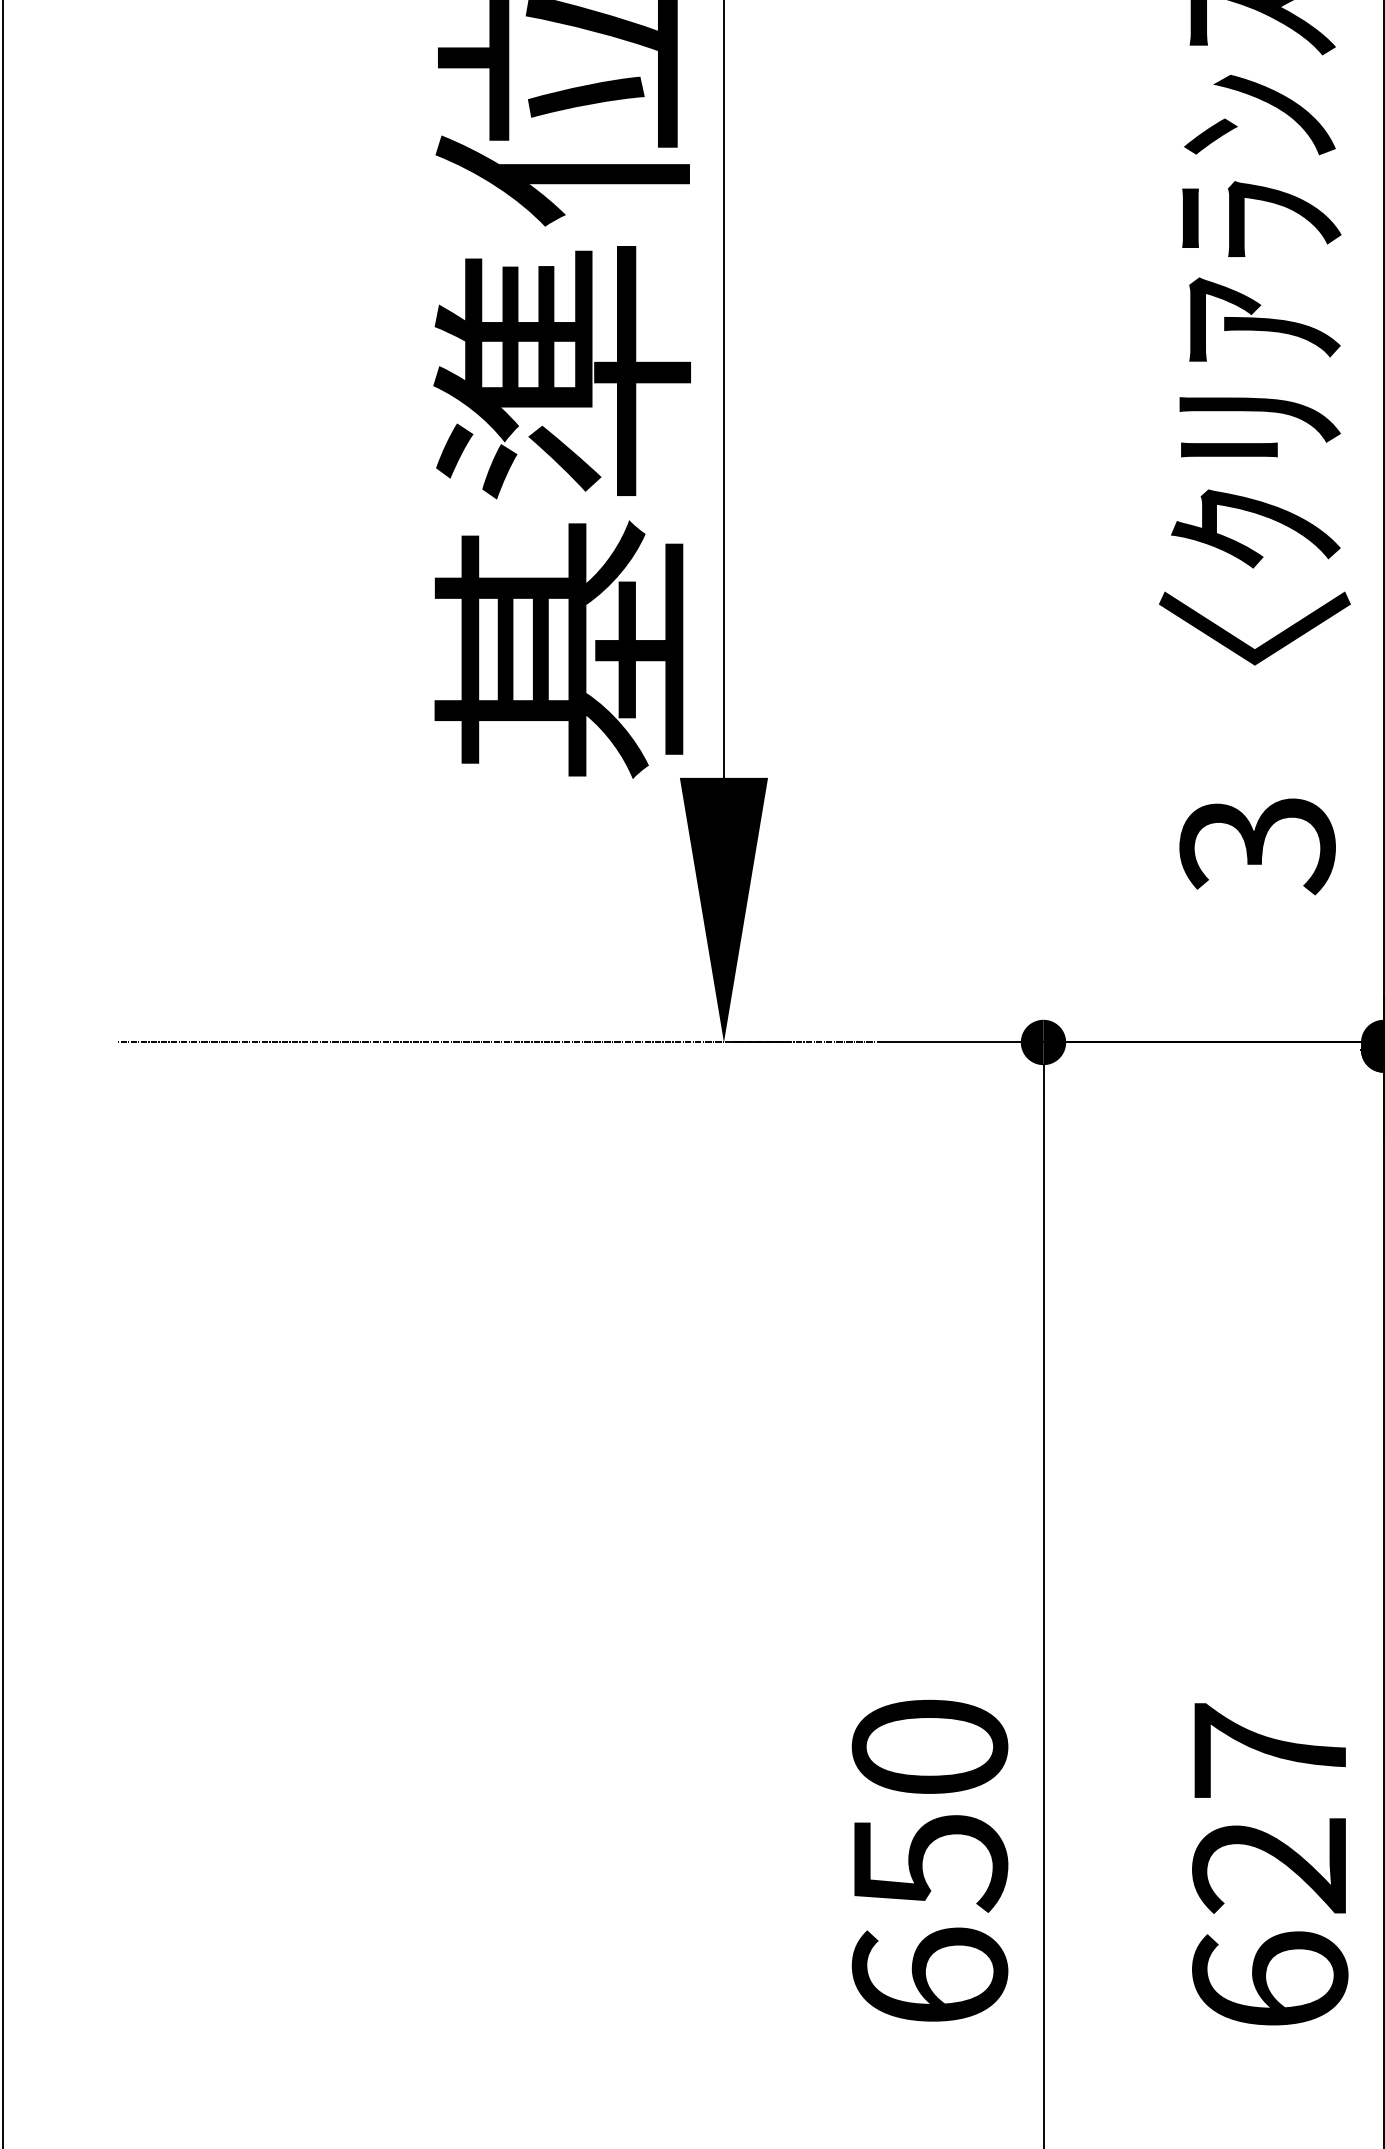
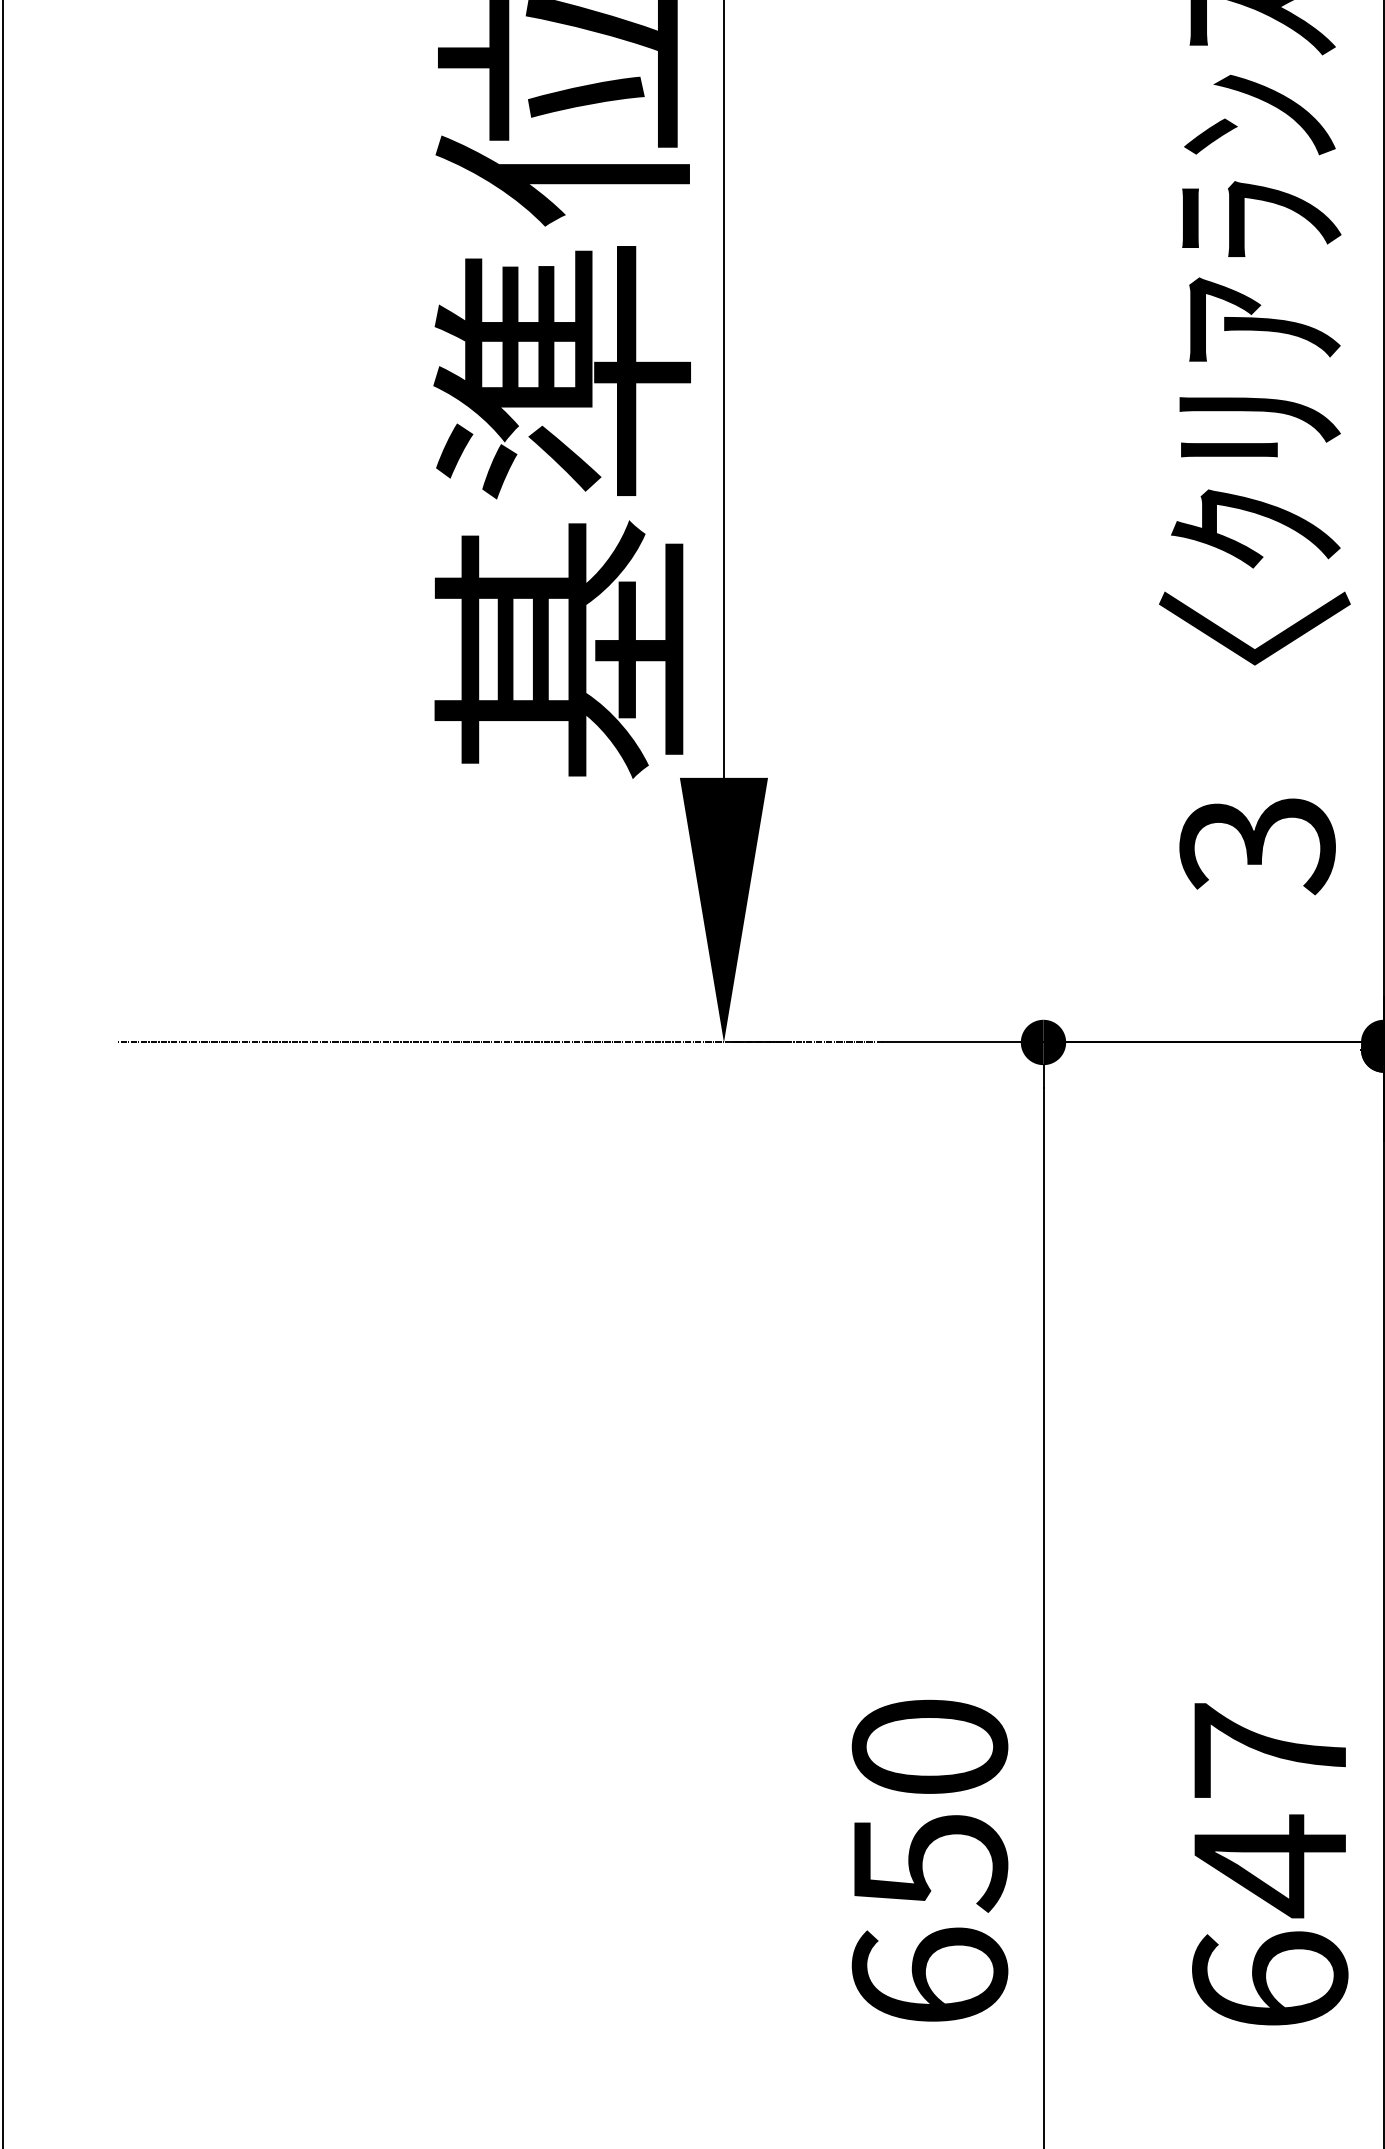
text at (1268, 1866): 627 -> 647
